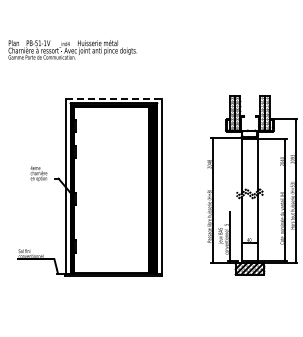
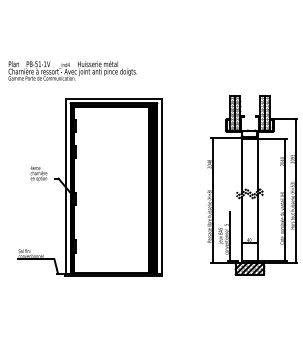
text at (72, 49) position: (72, 49) -> (72, 70)
line at (113, 98): dashed -> solid
